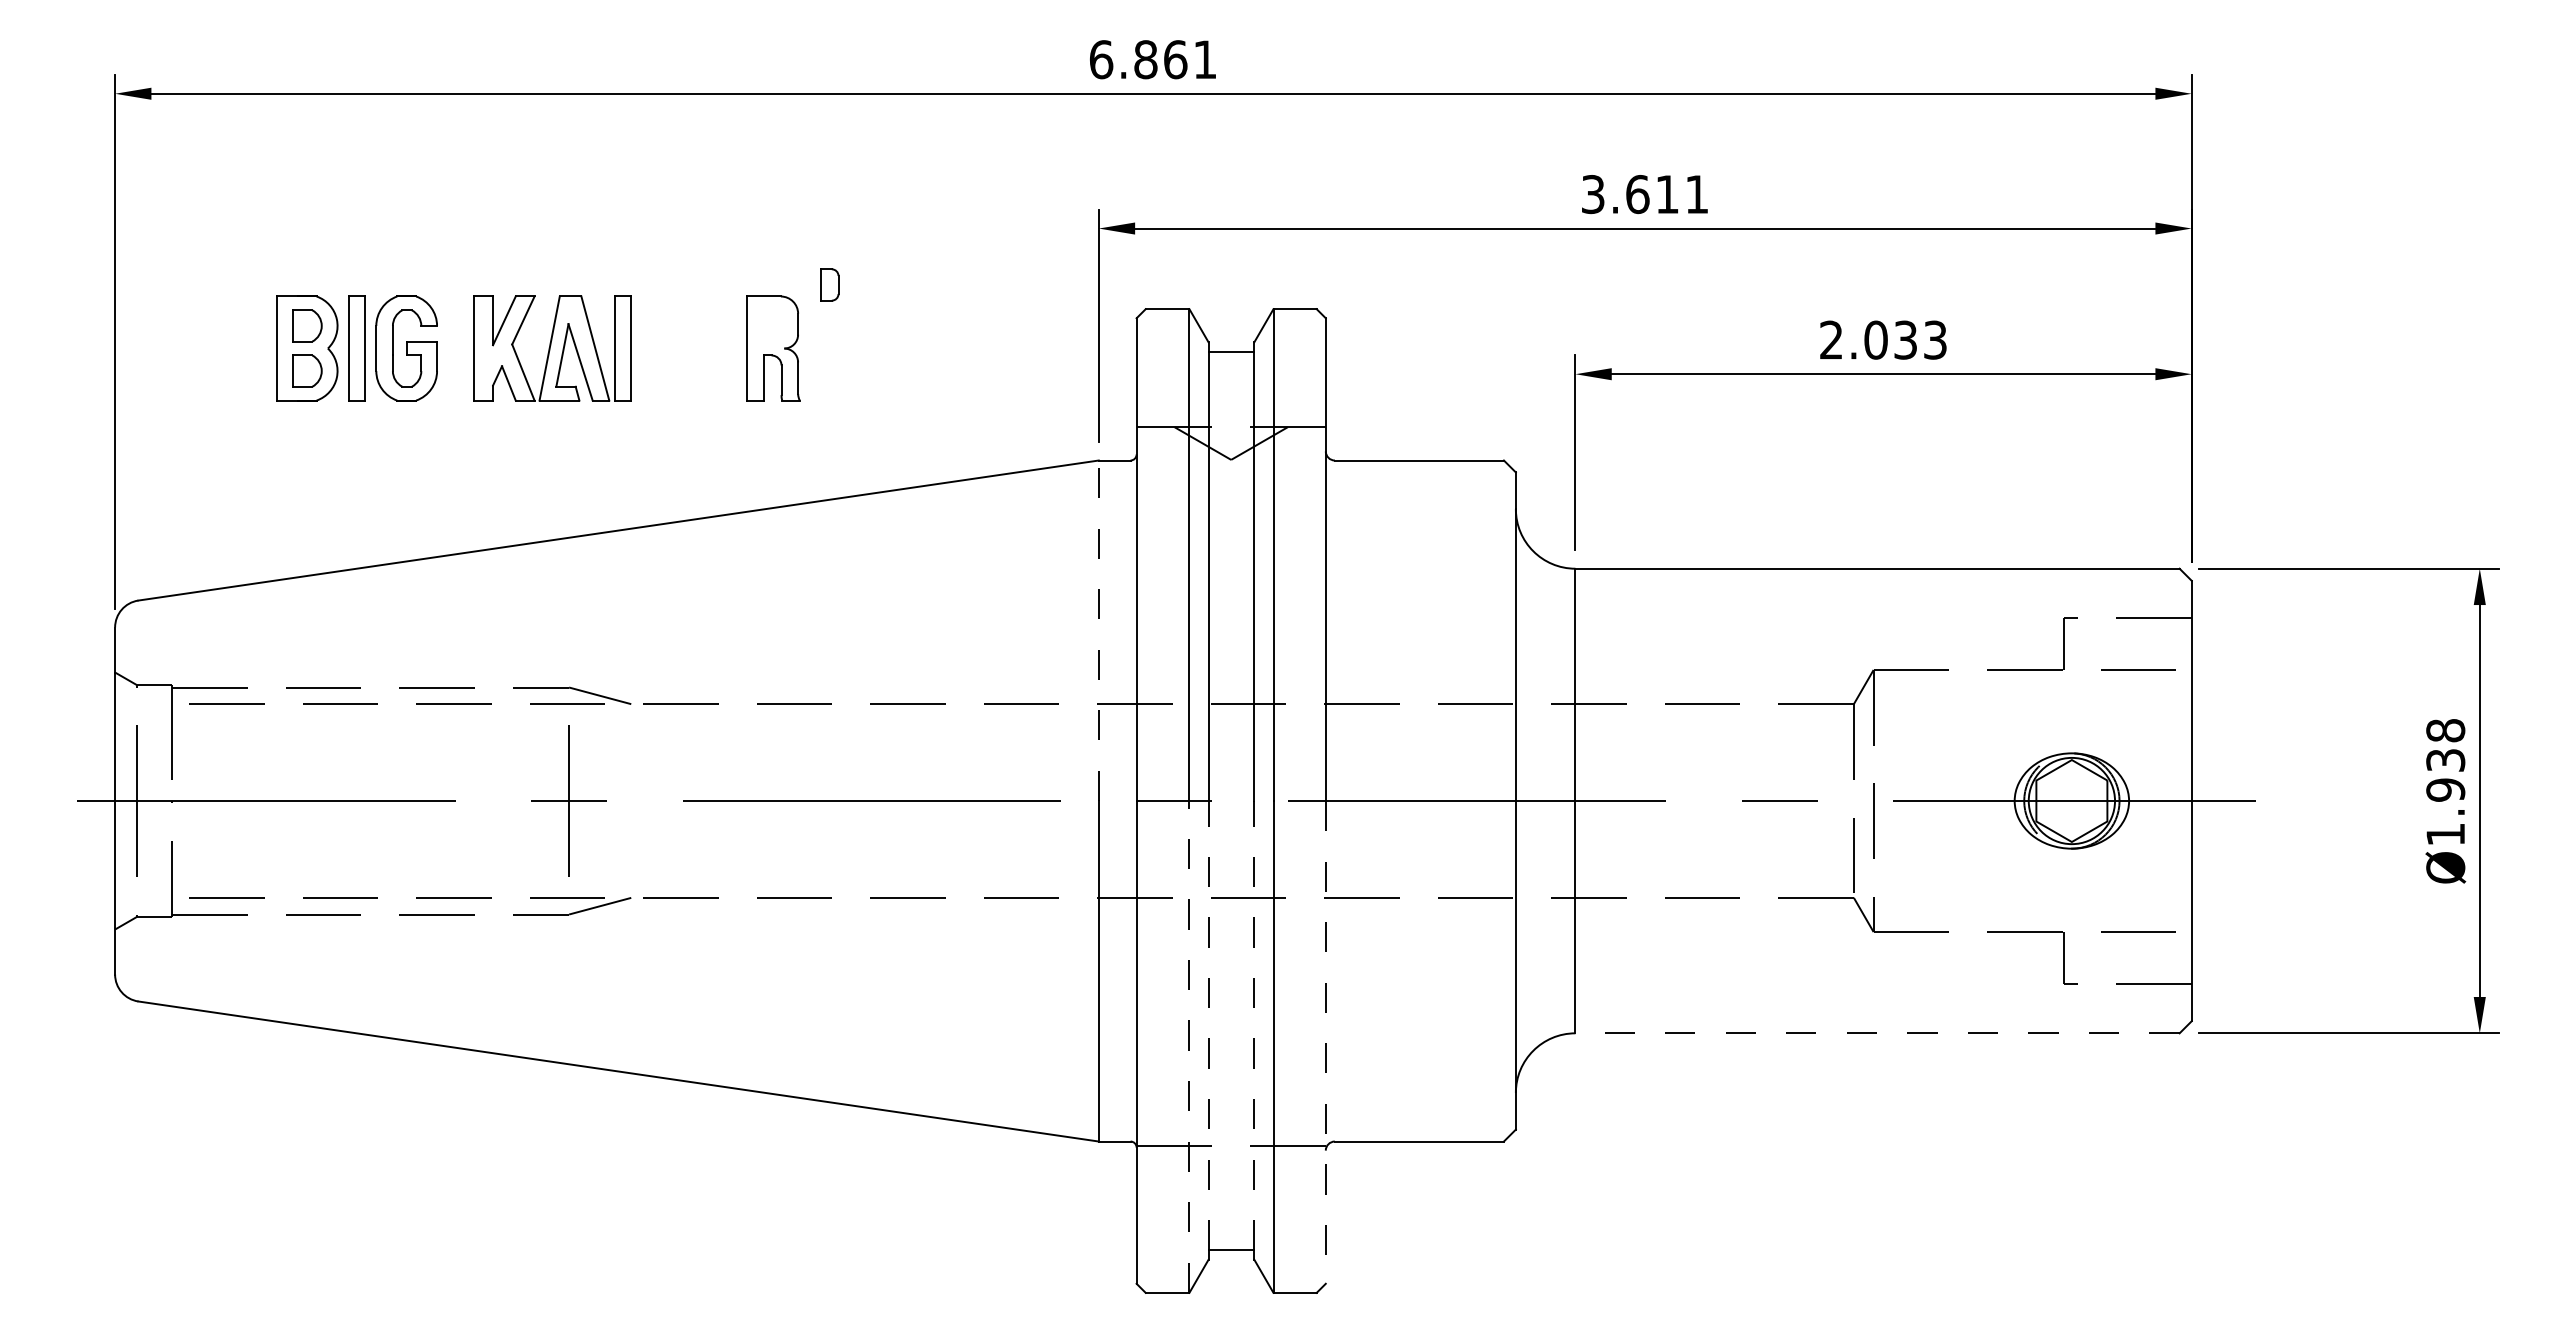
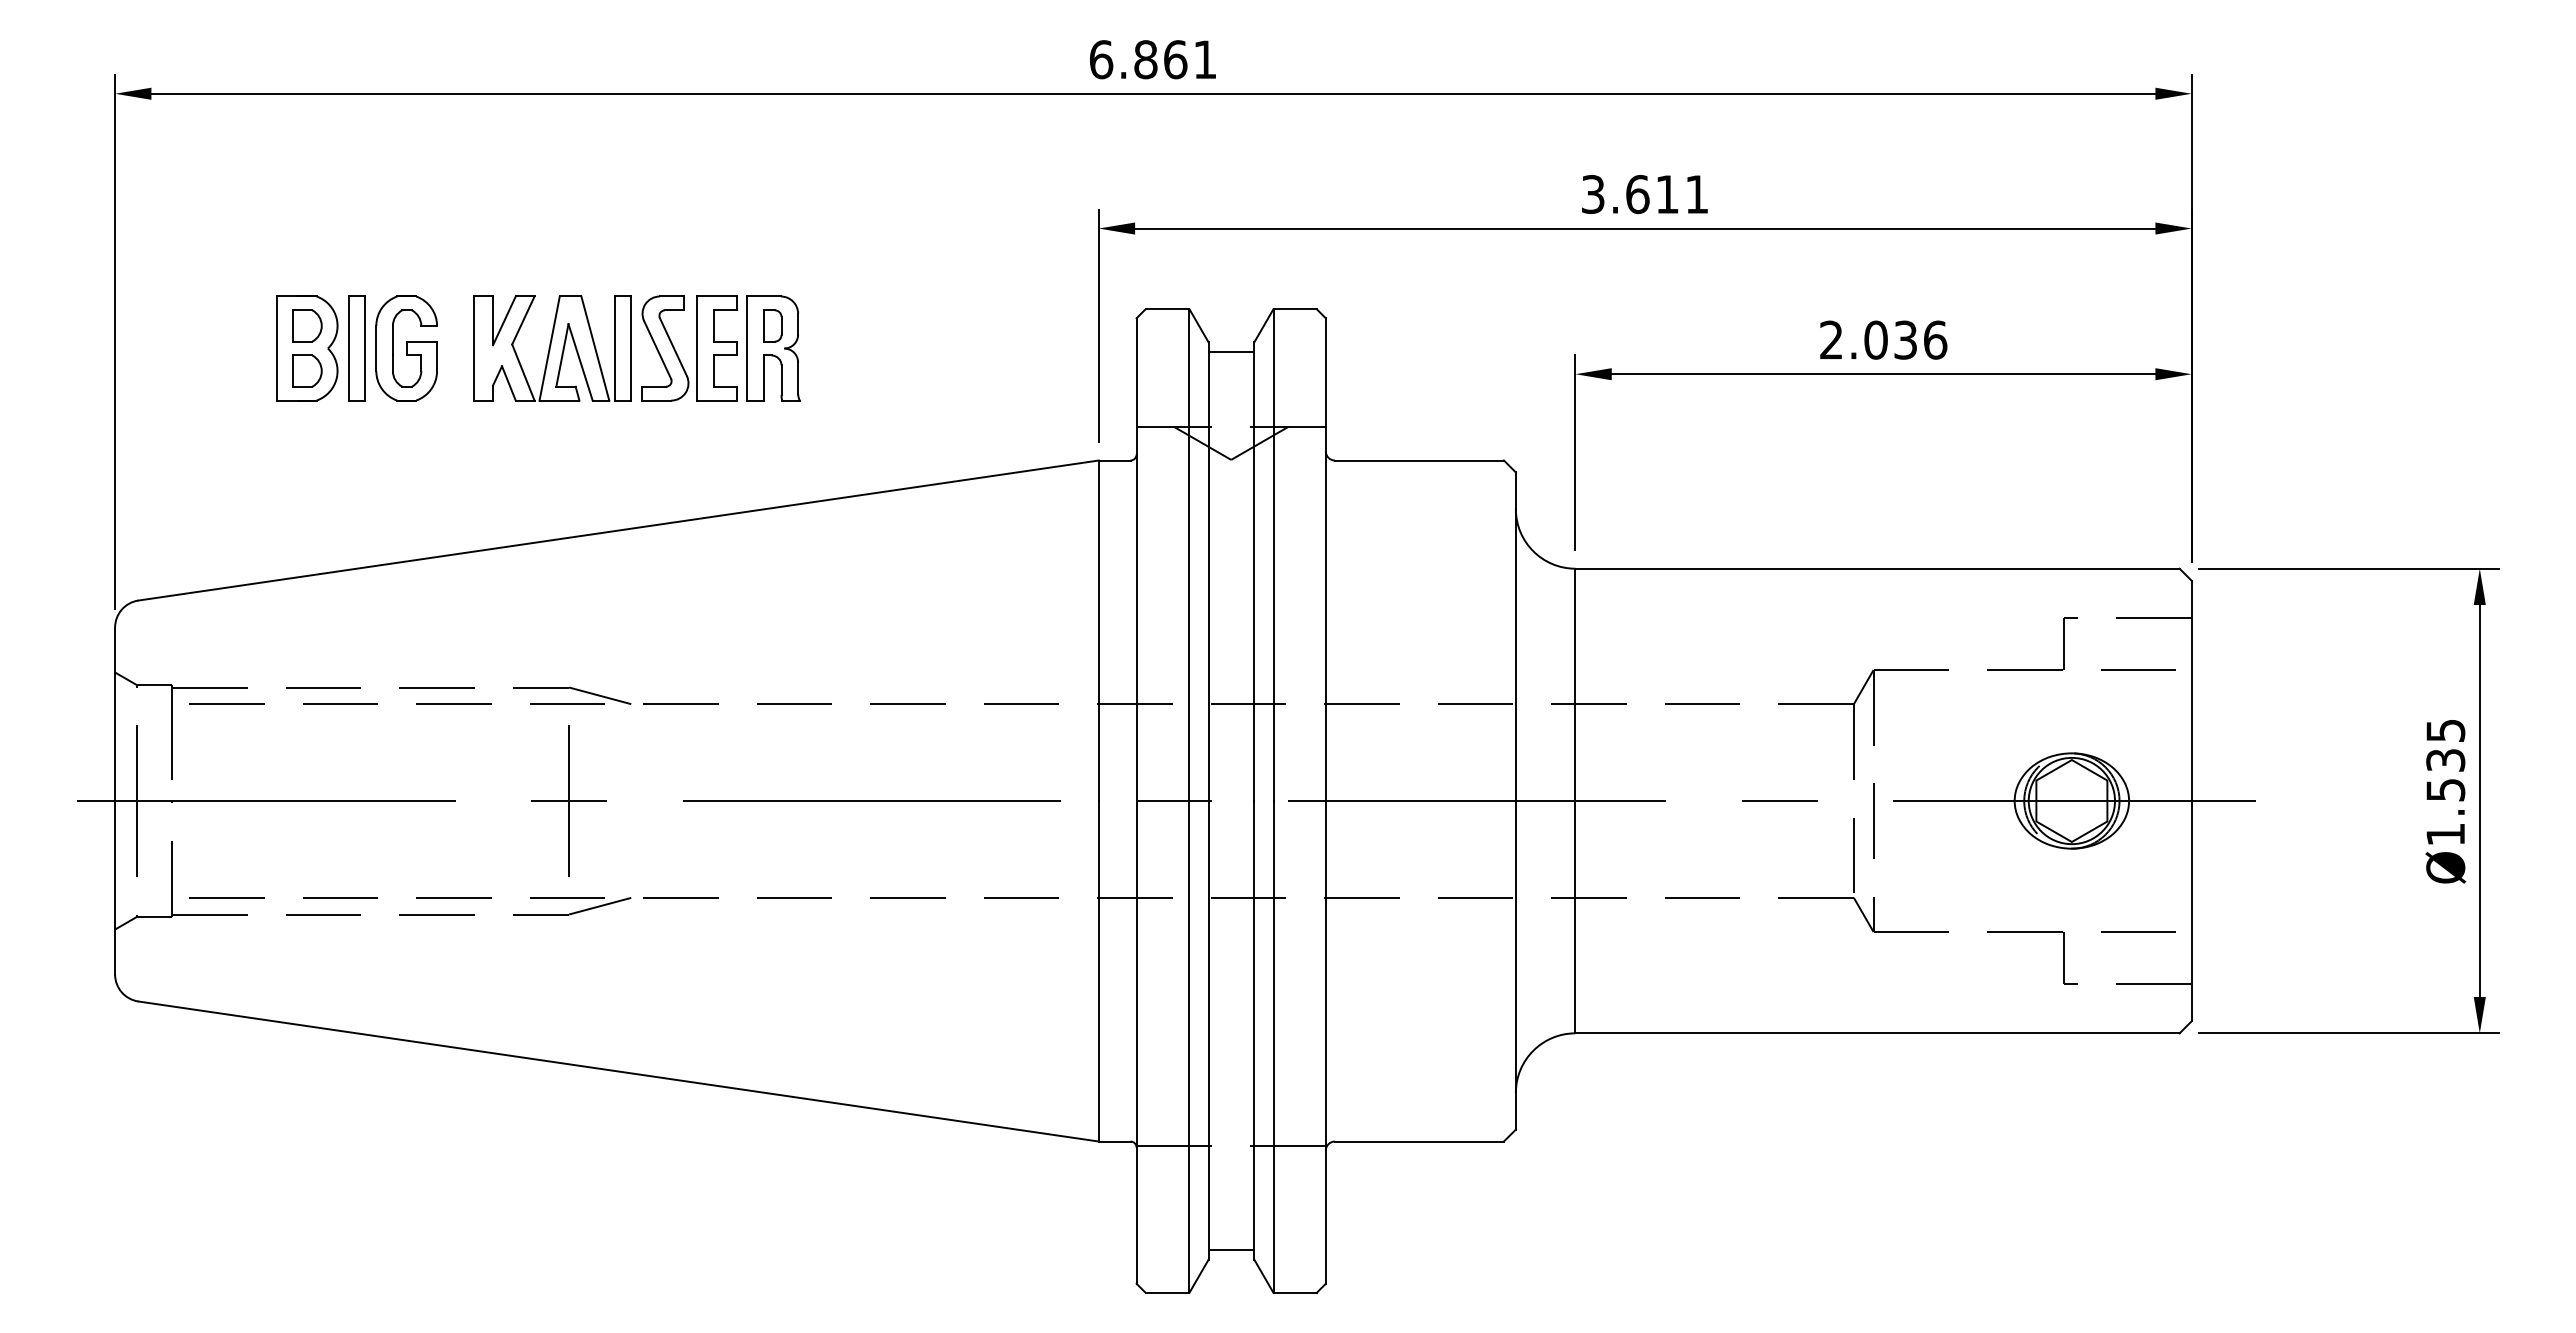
part at (829, 284) position: (829, 284) -> (772, 325)
text at (1935, 339): 2.033 -> 2.036
part at (696, 348): none -> present
line at (1098, 630): dashed -> solid
text at (2445, 760): Ø1.938 -> Ø1.535
line at (1208, 1025): dashed -> solid
line at (1254, 1025): dashed -> solid
line at (1877, 1033): dashed -> solid
line at (1325, 1042): dashed -> solid
line at (1189, 1046): dashed -> solid
